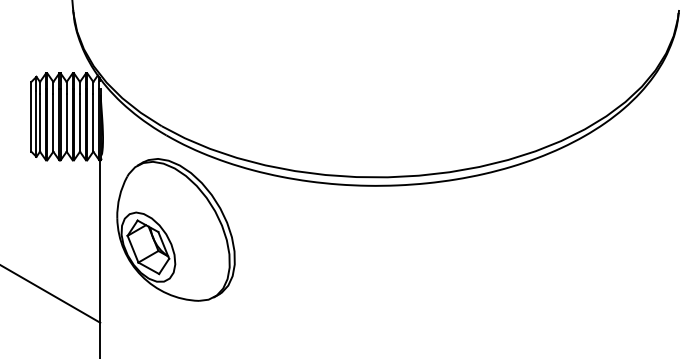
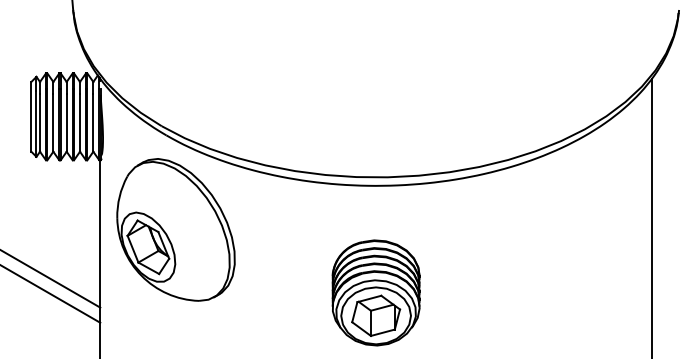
line at (651, 216): none -> present
line at (51, 279): none -> present
part at (375, 292): none -> present
